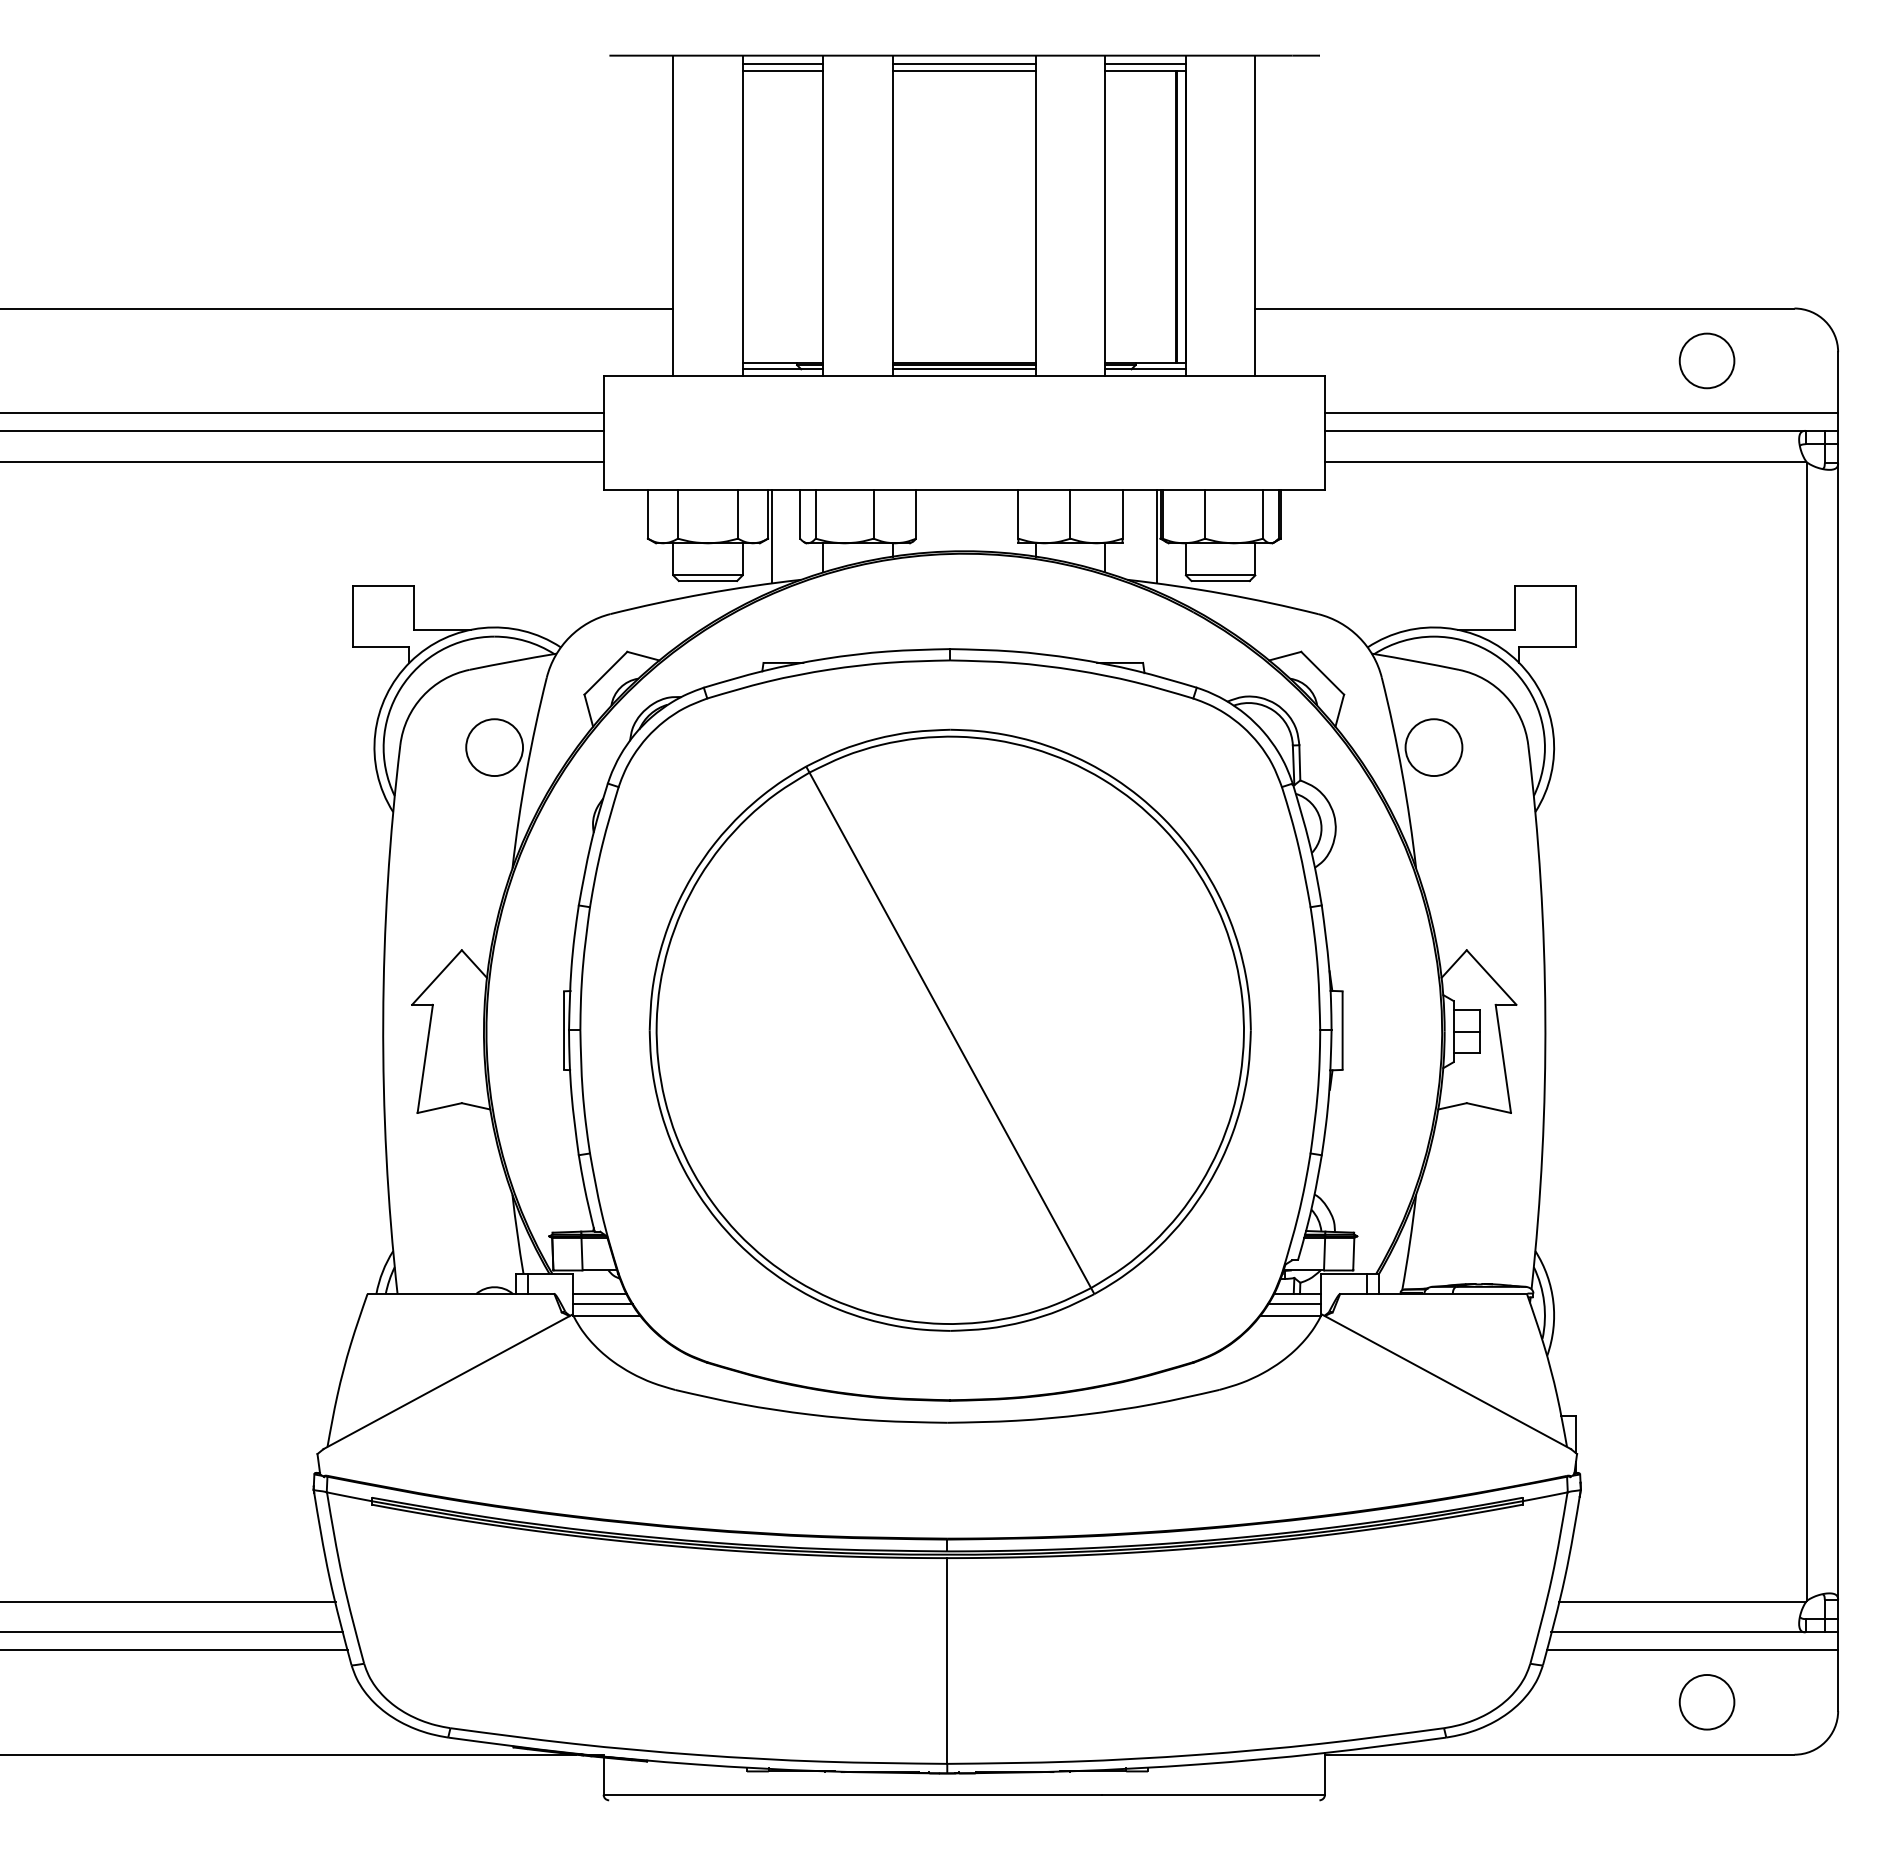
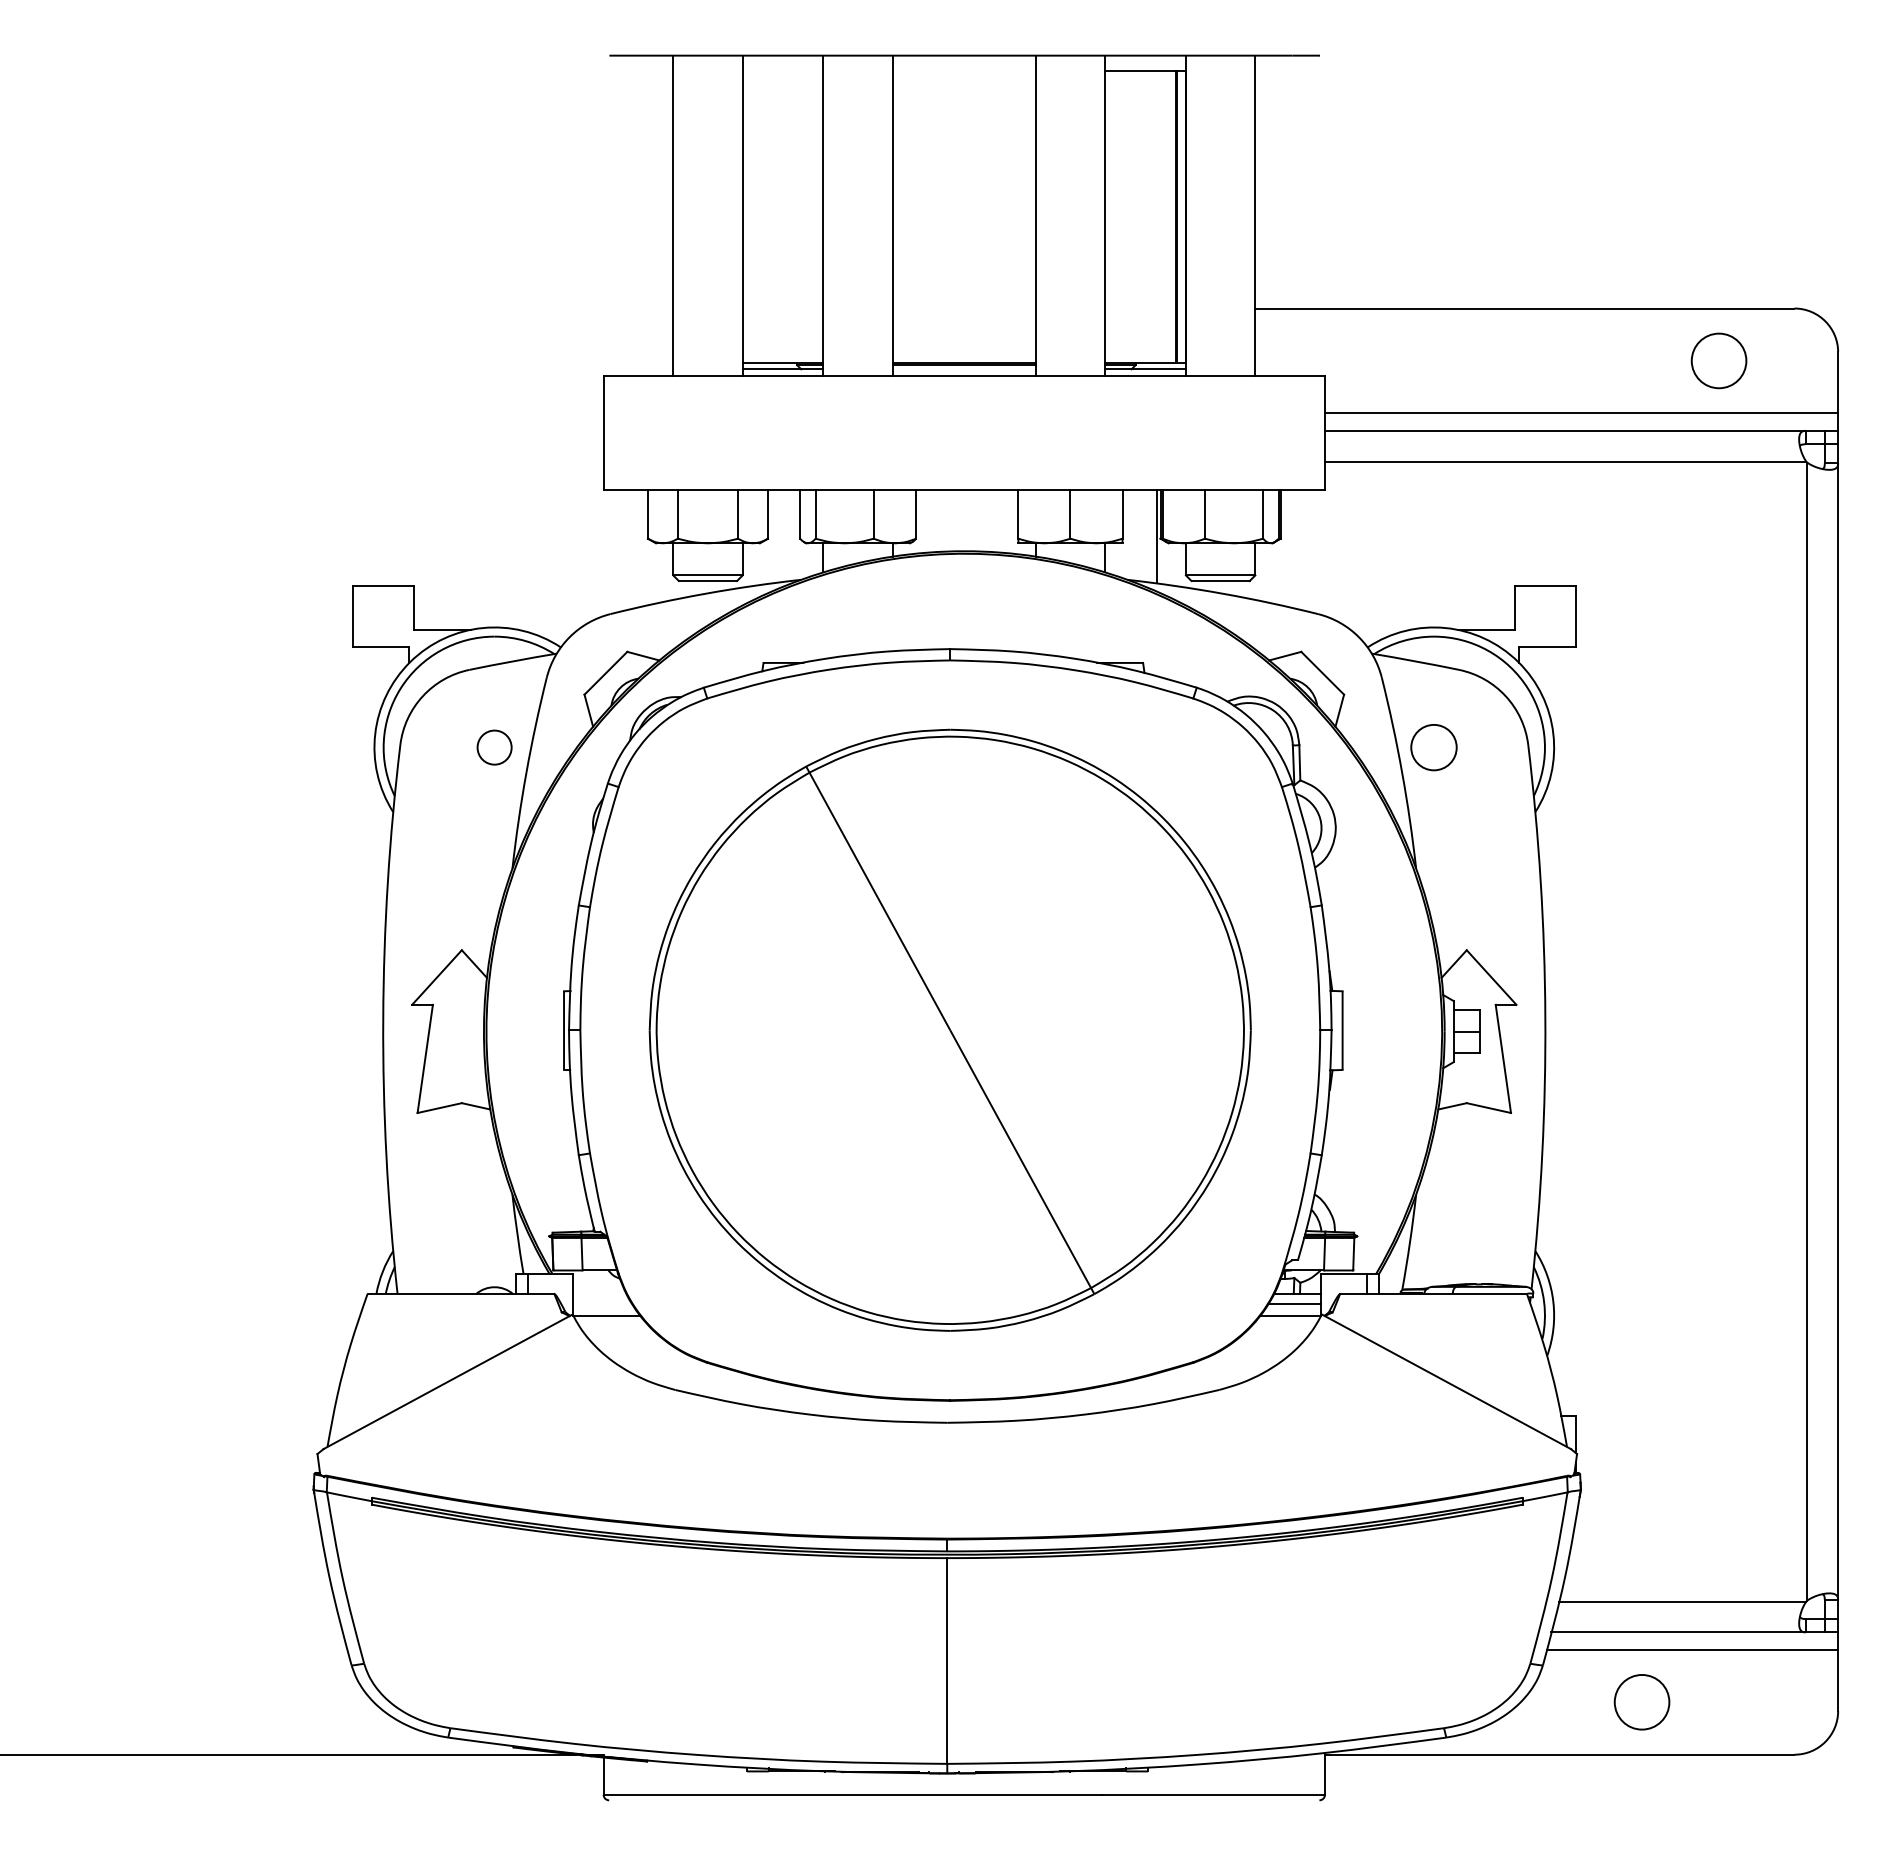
line at (782, 64): present -> none
line at (963, 64): present -> none
line at (1145, 64): present -> none
line at (782, 71): present -> none
line at (963, 71): present -> none
line at (337, 308): present -> none
circle at (1706, 360) position: (1706, 360) -> (1718, 360)
line at (963, 369): present -> none
line at (302, 413): present -> none
line at (302, 430): present -> none
line at (302, 461): present -> none
line at (772, 536): present -> none
circle at (494, 747) diameter: 57 px -> 34 px
circle at (1433, 747) diameter: 57 px -> 45 px
line at (599, 1294): present -> none
line at (602, 1304): present -> none
line at (168, 1601): present -> none
line at (172, 1632): present -> none
line at (174, 1649): present -> none
circle at (1706, 1702) position: (1706, 1702) -> (1641, 1702)
